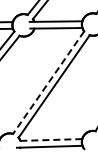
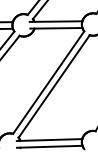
line at (48, 83): dashed -> solid
line at (49, 140): dashed -> solid
